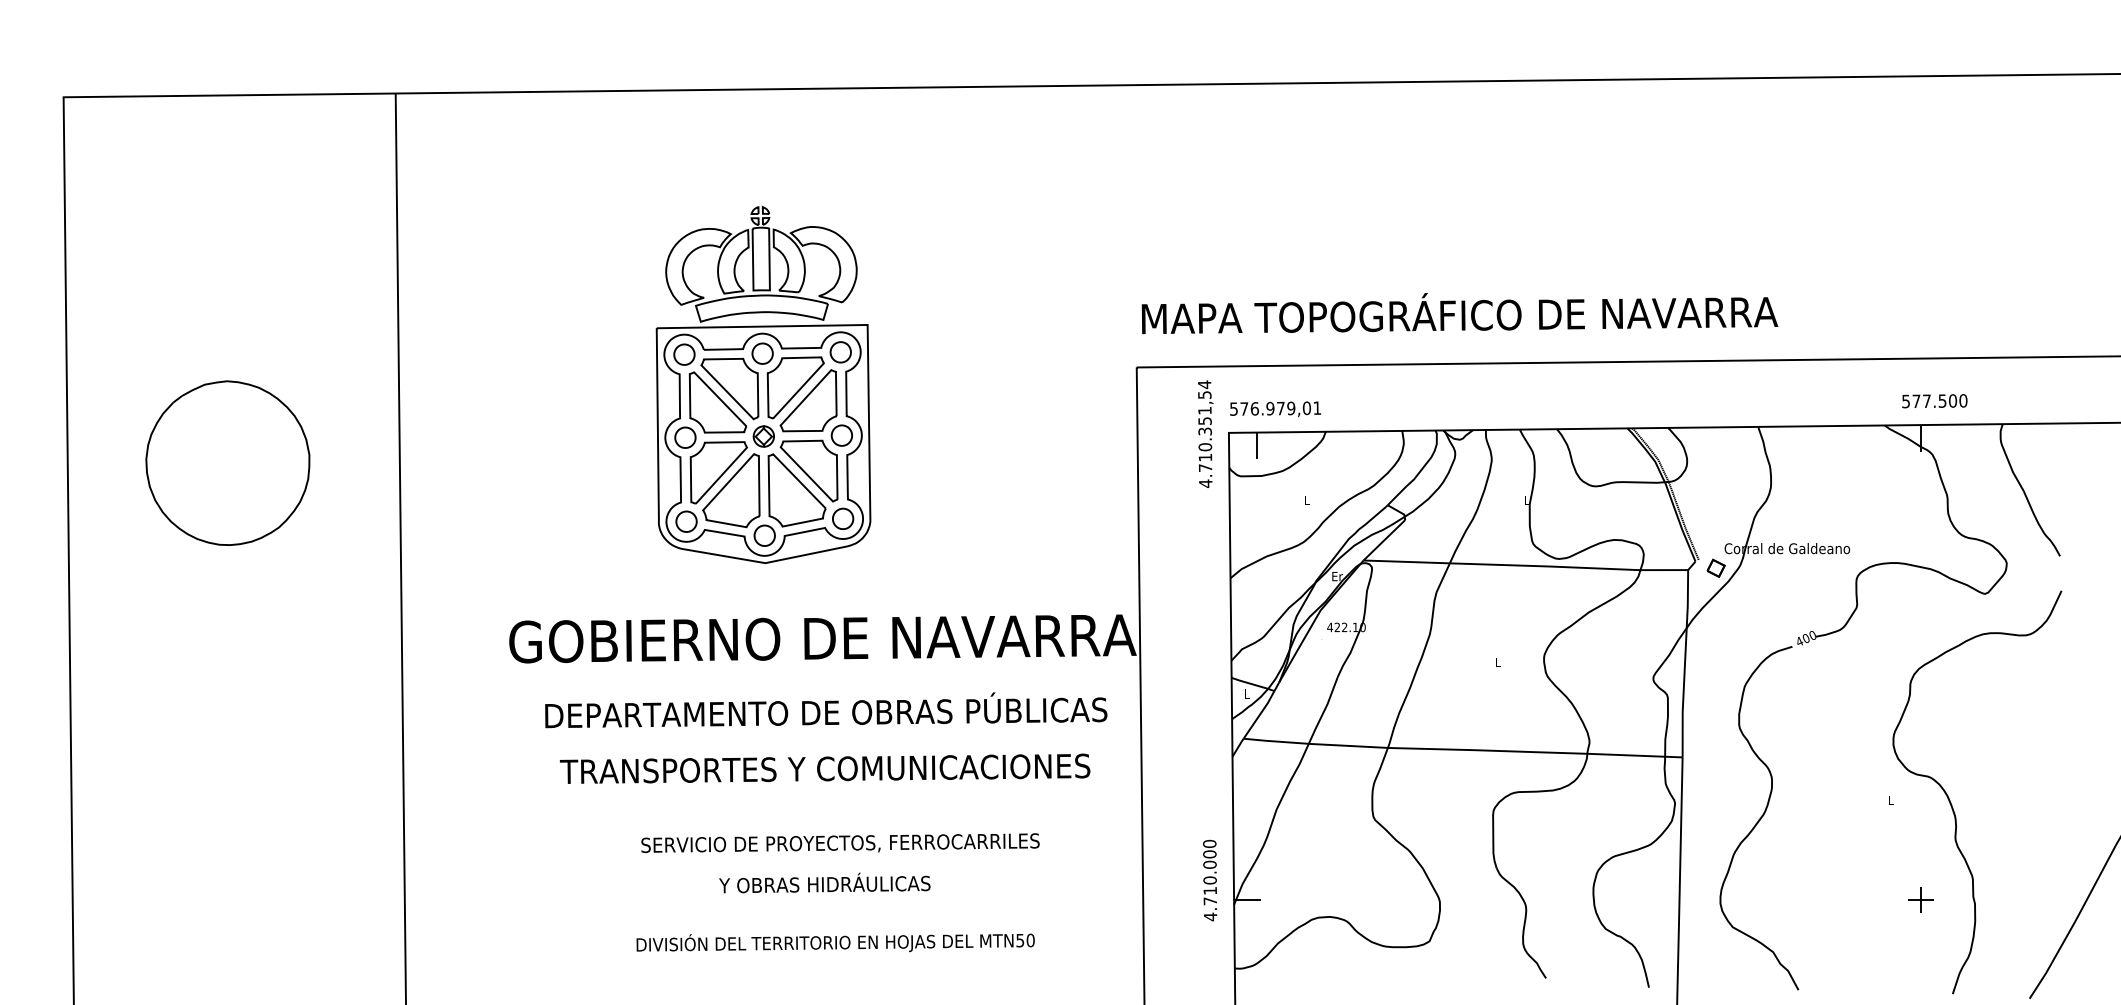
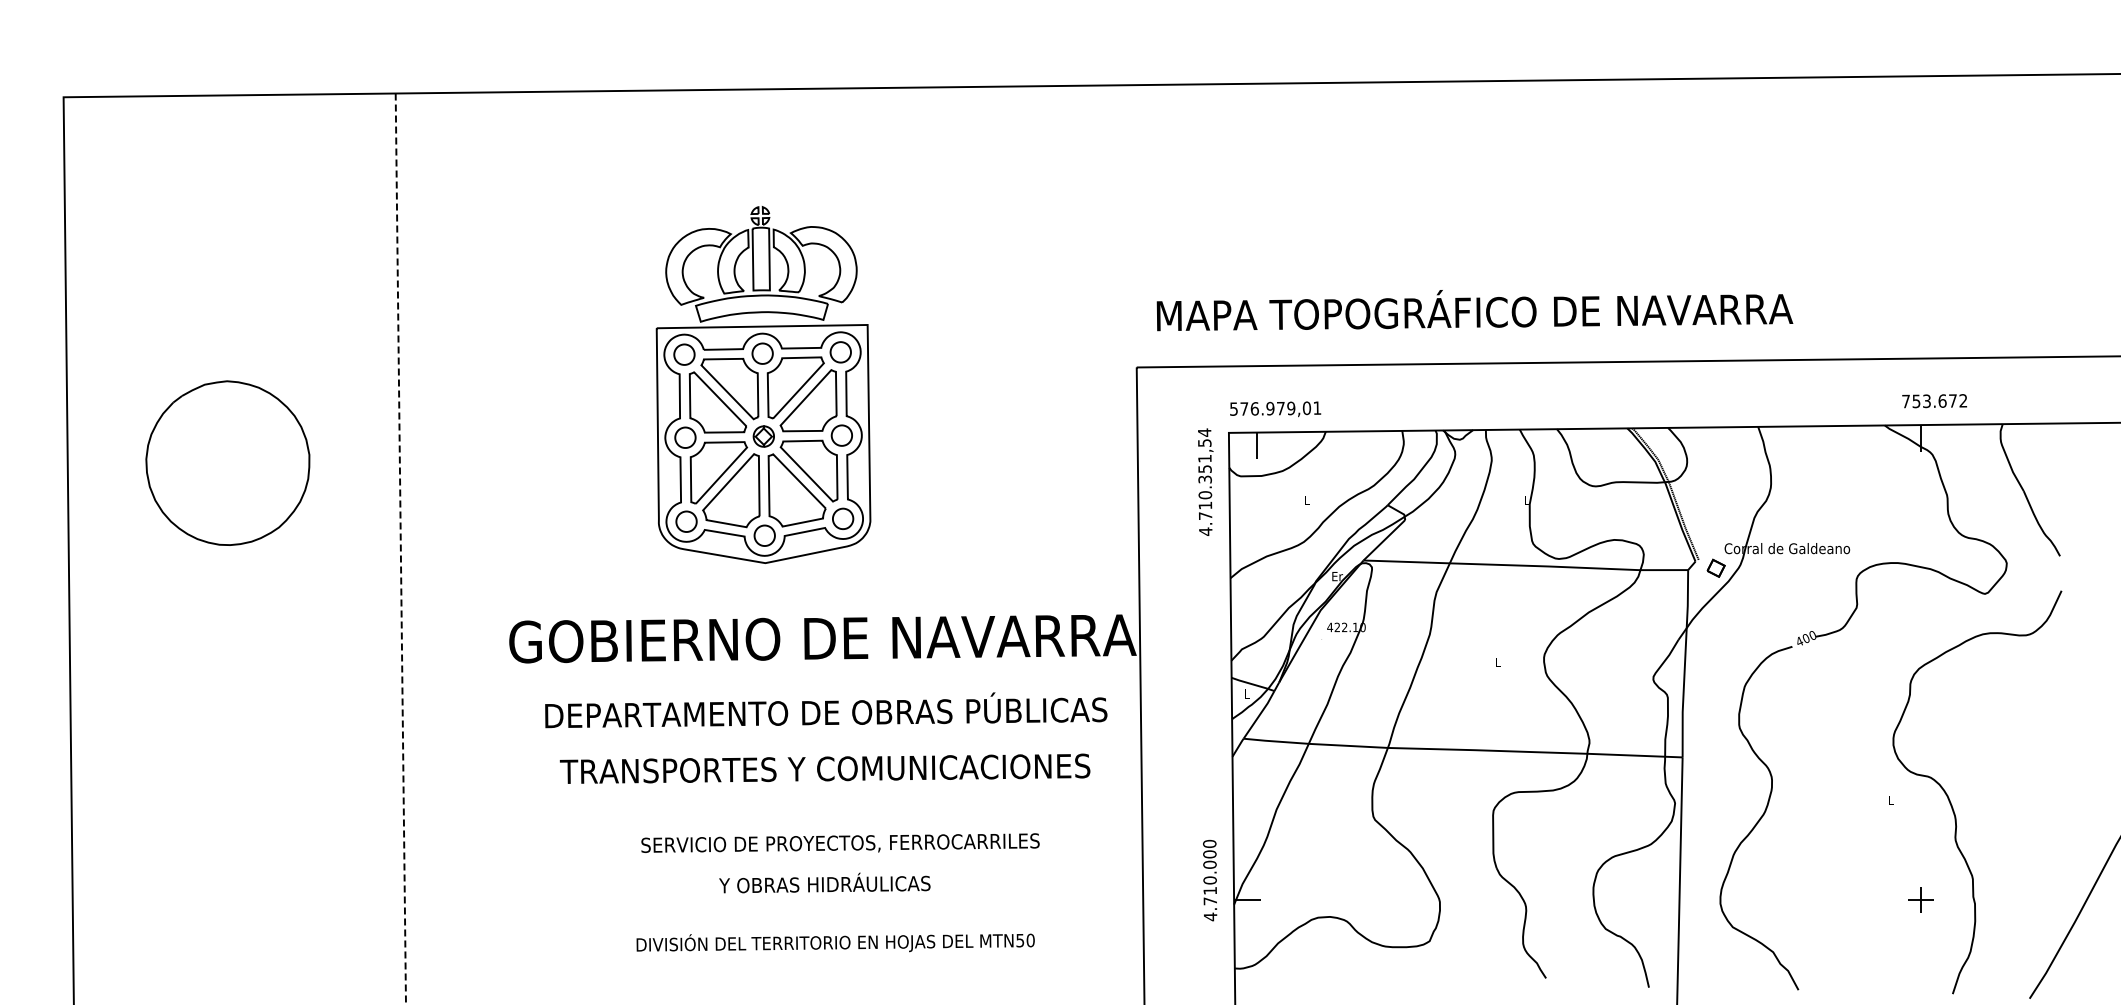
text at (1459, 313) position: (1459, 313) -> (1474, 310)
text at (1934, 401): 577.500 -> 753.672
text at (1205, 433) position: (1205, 433) -> (1205, 481)
line at (400, 549): solid -> dashed
